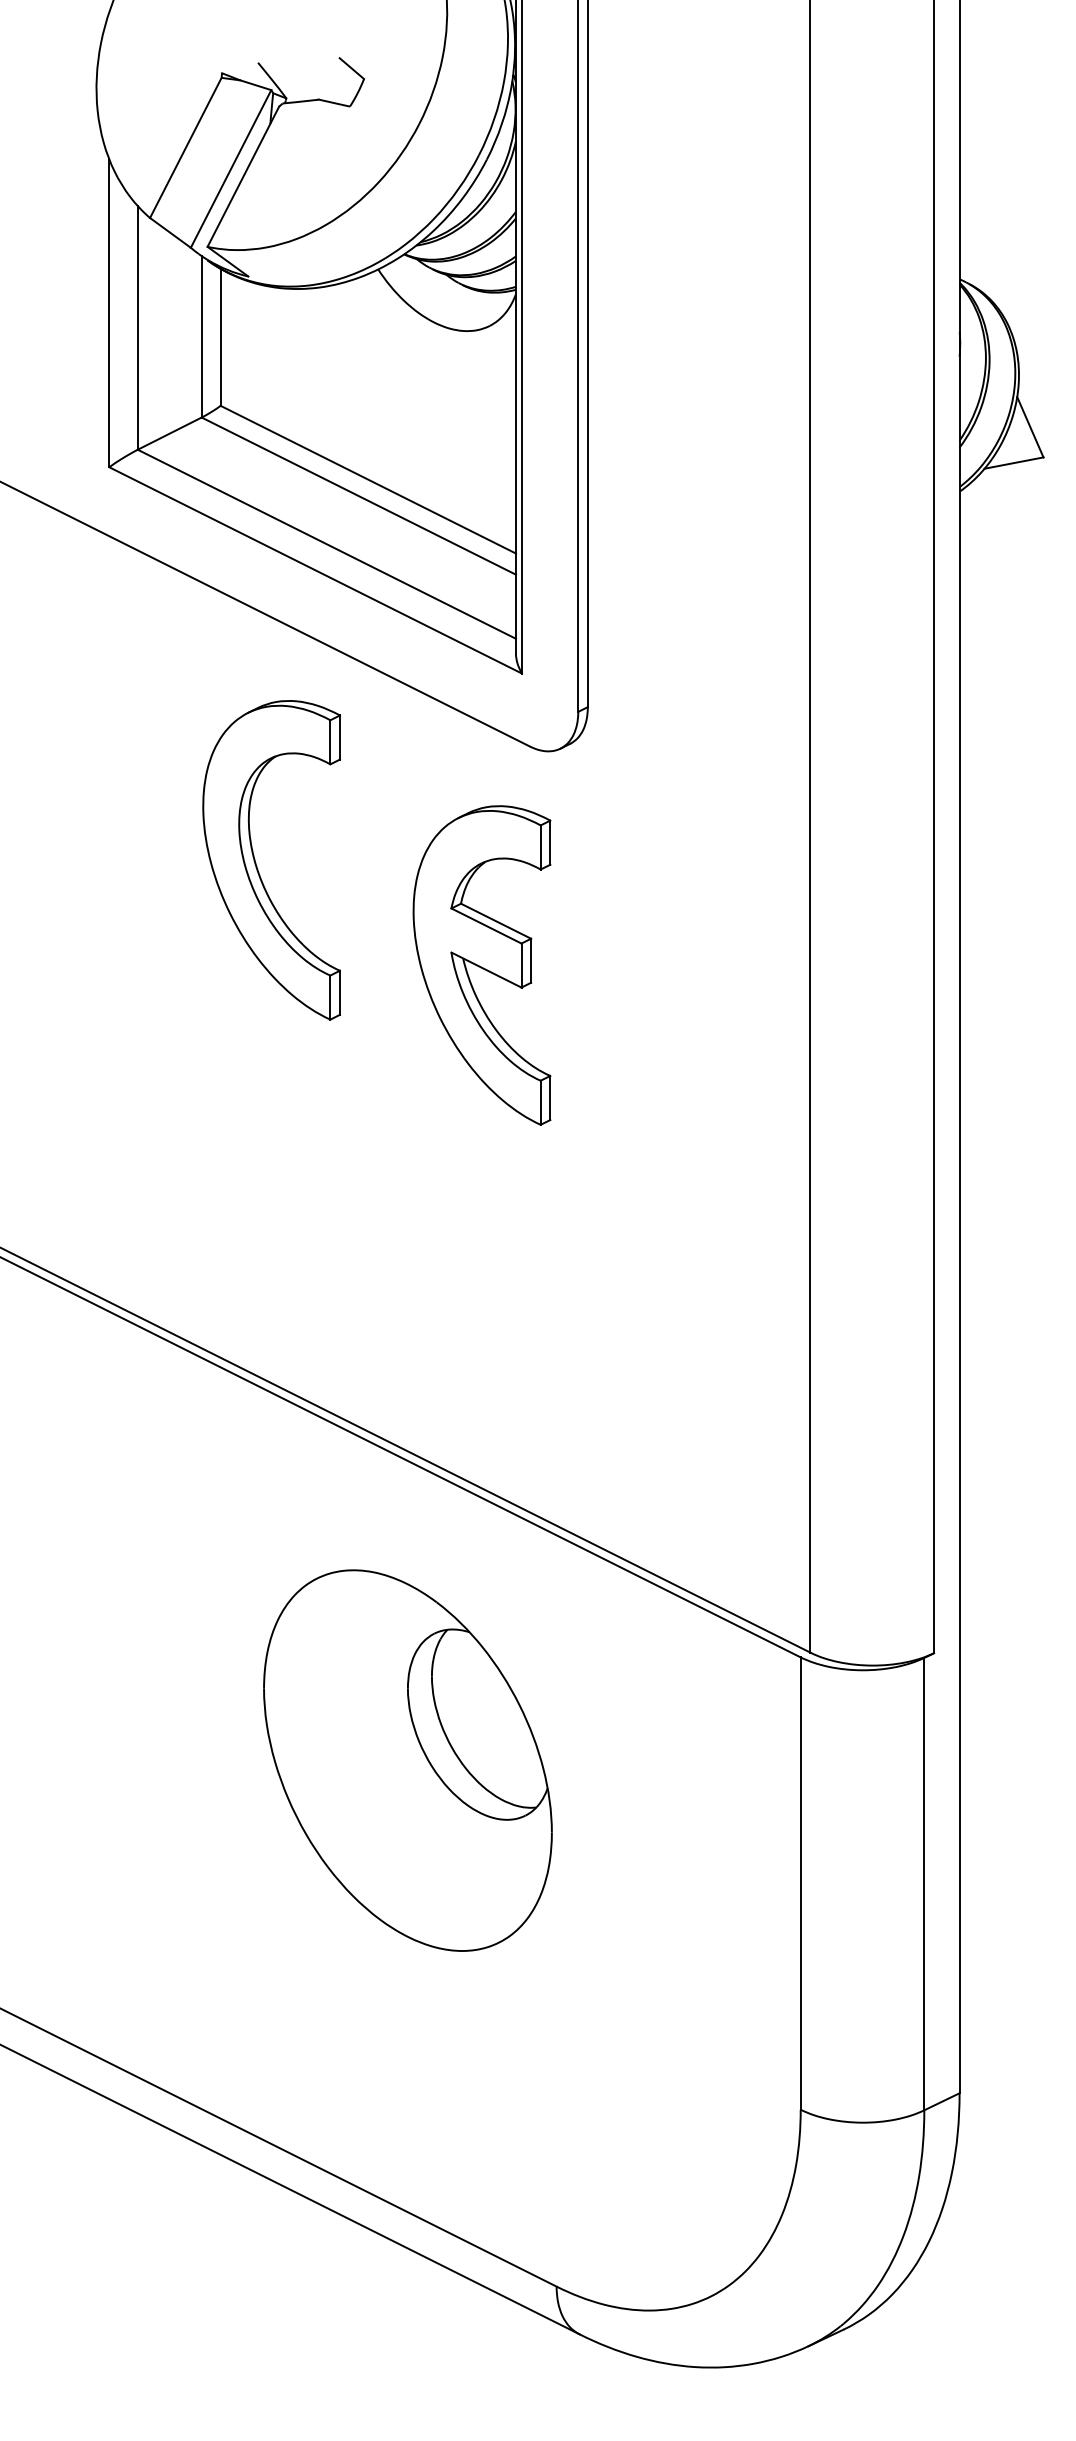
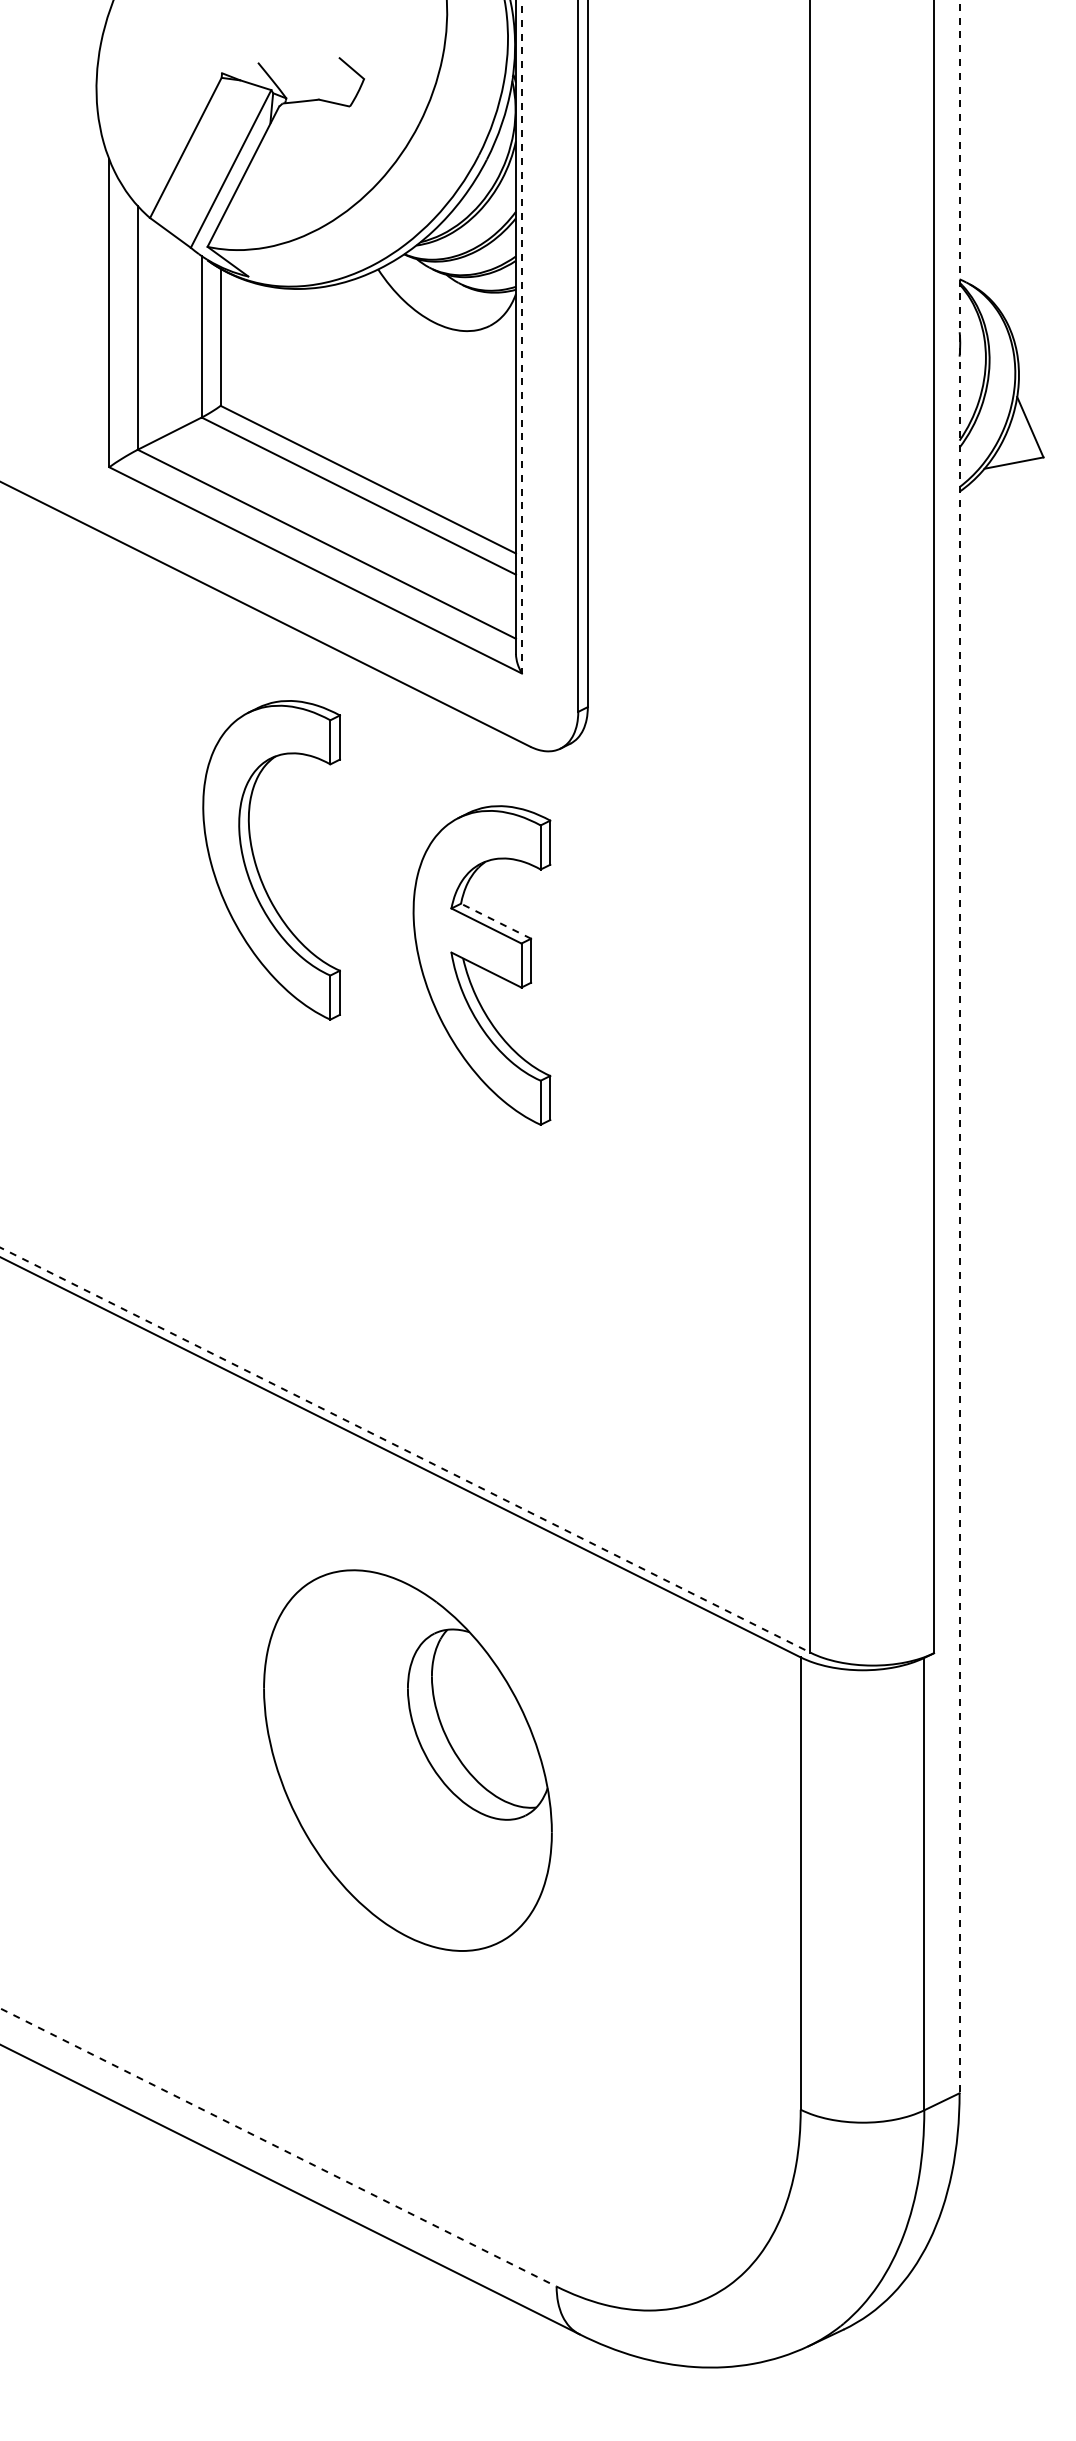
line at (521, 336): solid -> dashed
line at (495, 921): solid -> dashed
line at (959, 1047): solid -> dashed
line at (405, 1450): solid -> dashed
line at (278, 2147): solid -> dashed
